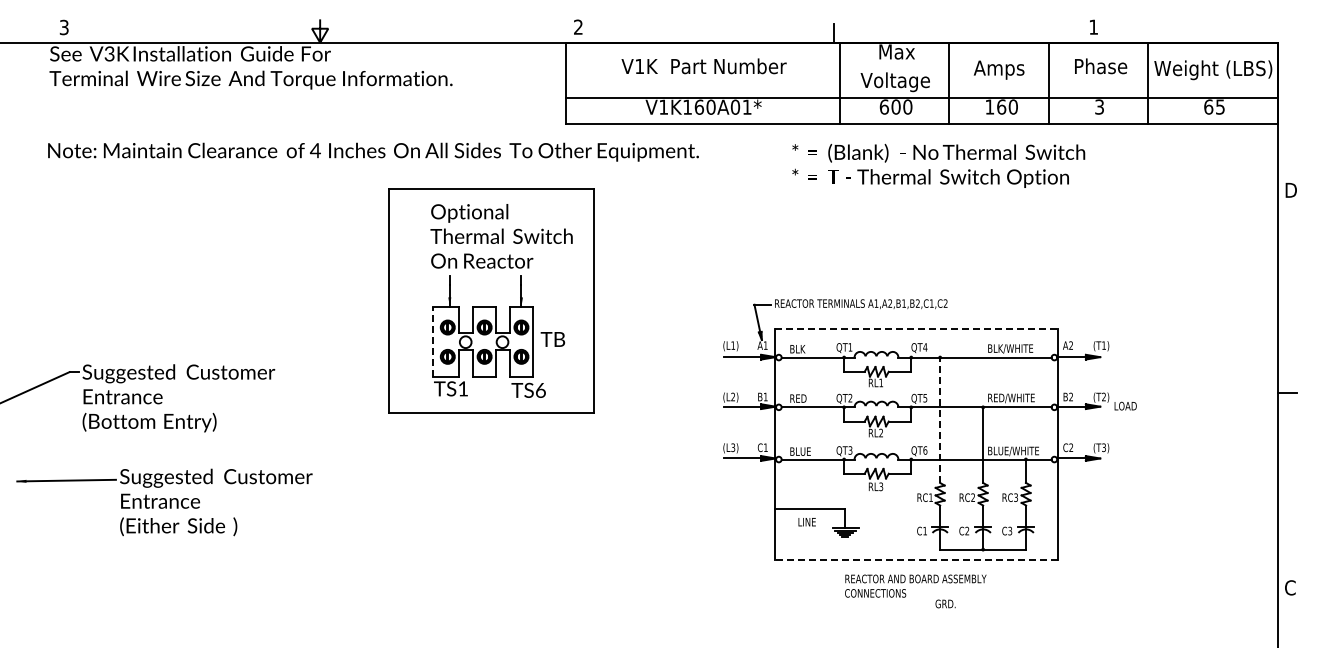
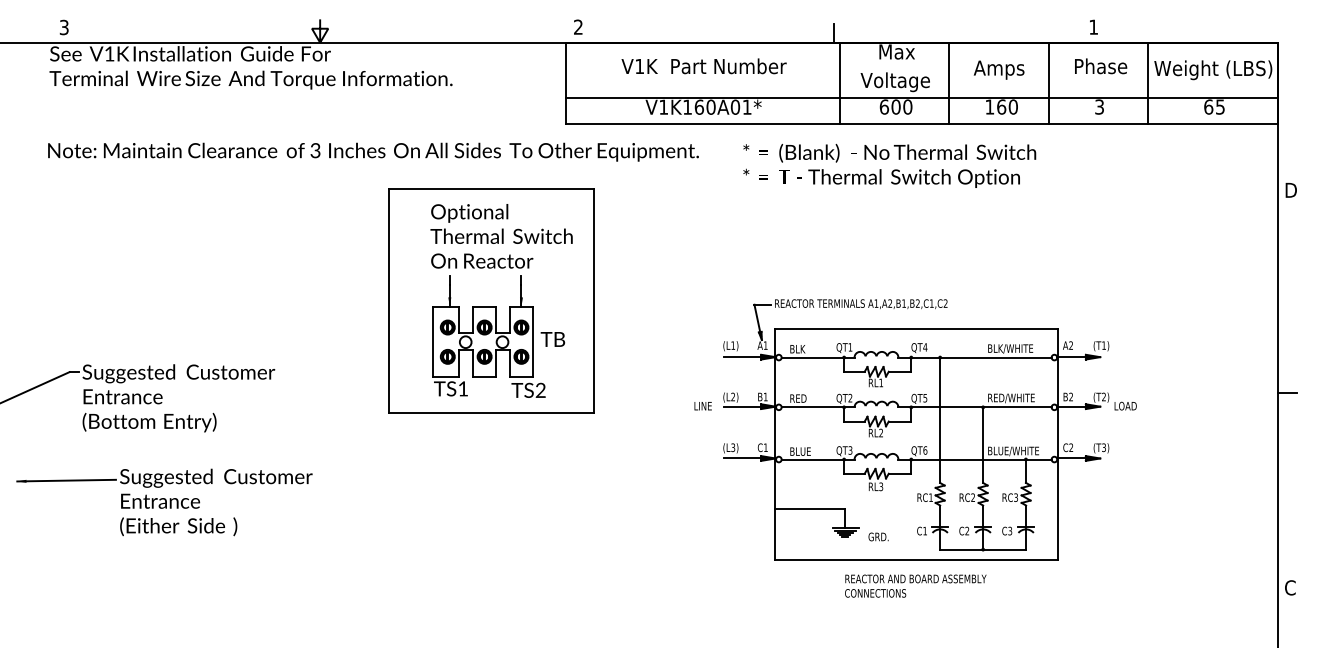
text at (109, 53): V3K -> V1K
text at (315, 150): 4 -> 3
text at (938, 165) position: (938, 165) -> (889, 165)
line at (917, 329): dashed -> solid
line at (433, 341): dashed -> solid
text at (540, 389): TS6 -> TS2
line at (940, 420): dashed -> solid
text at (806, 522) position: (806, 522) -> (702, 406)
line at (916, 560): dashed -> solid
text at (945, 603) position: (945, 603) -> (878, 536)
